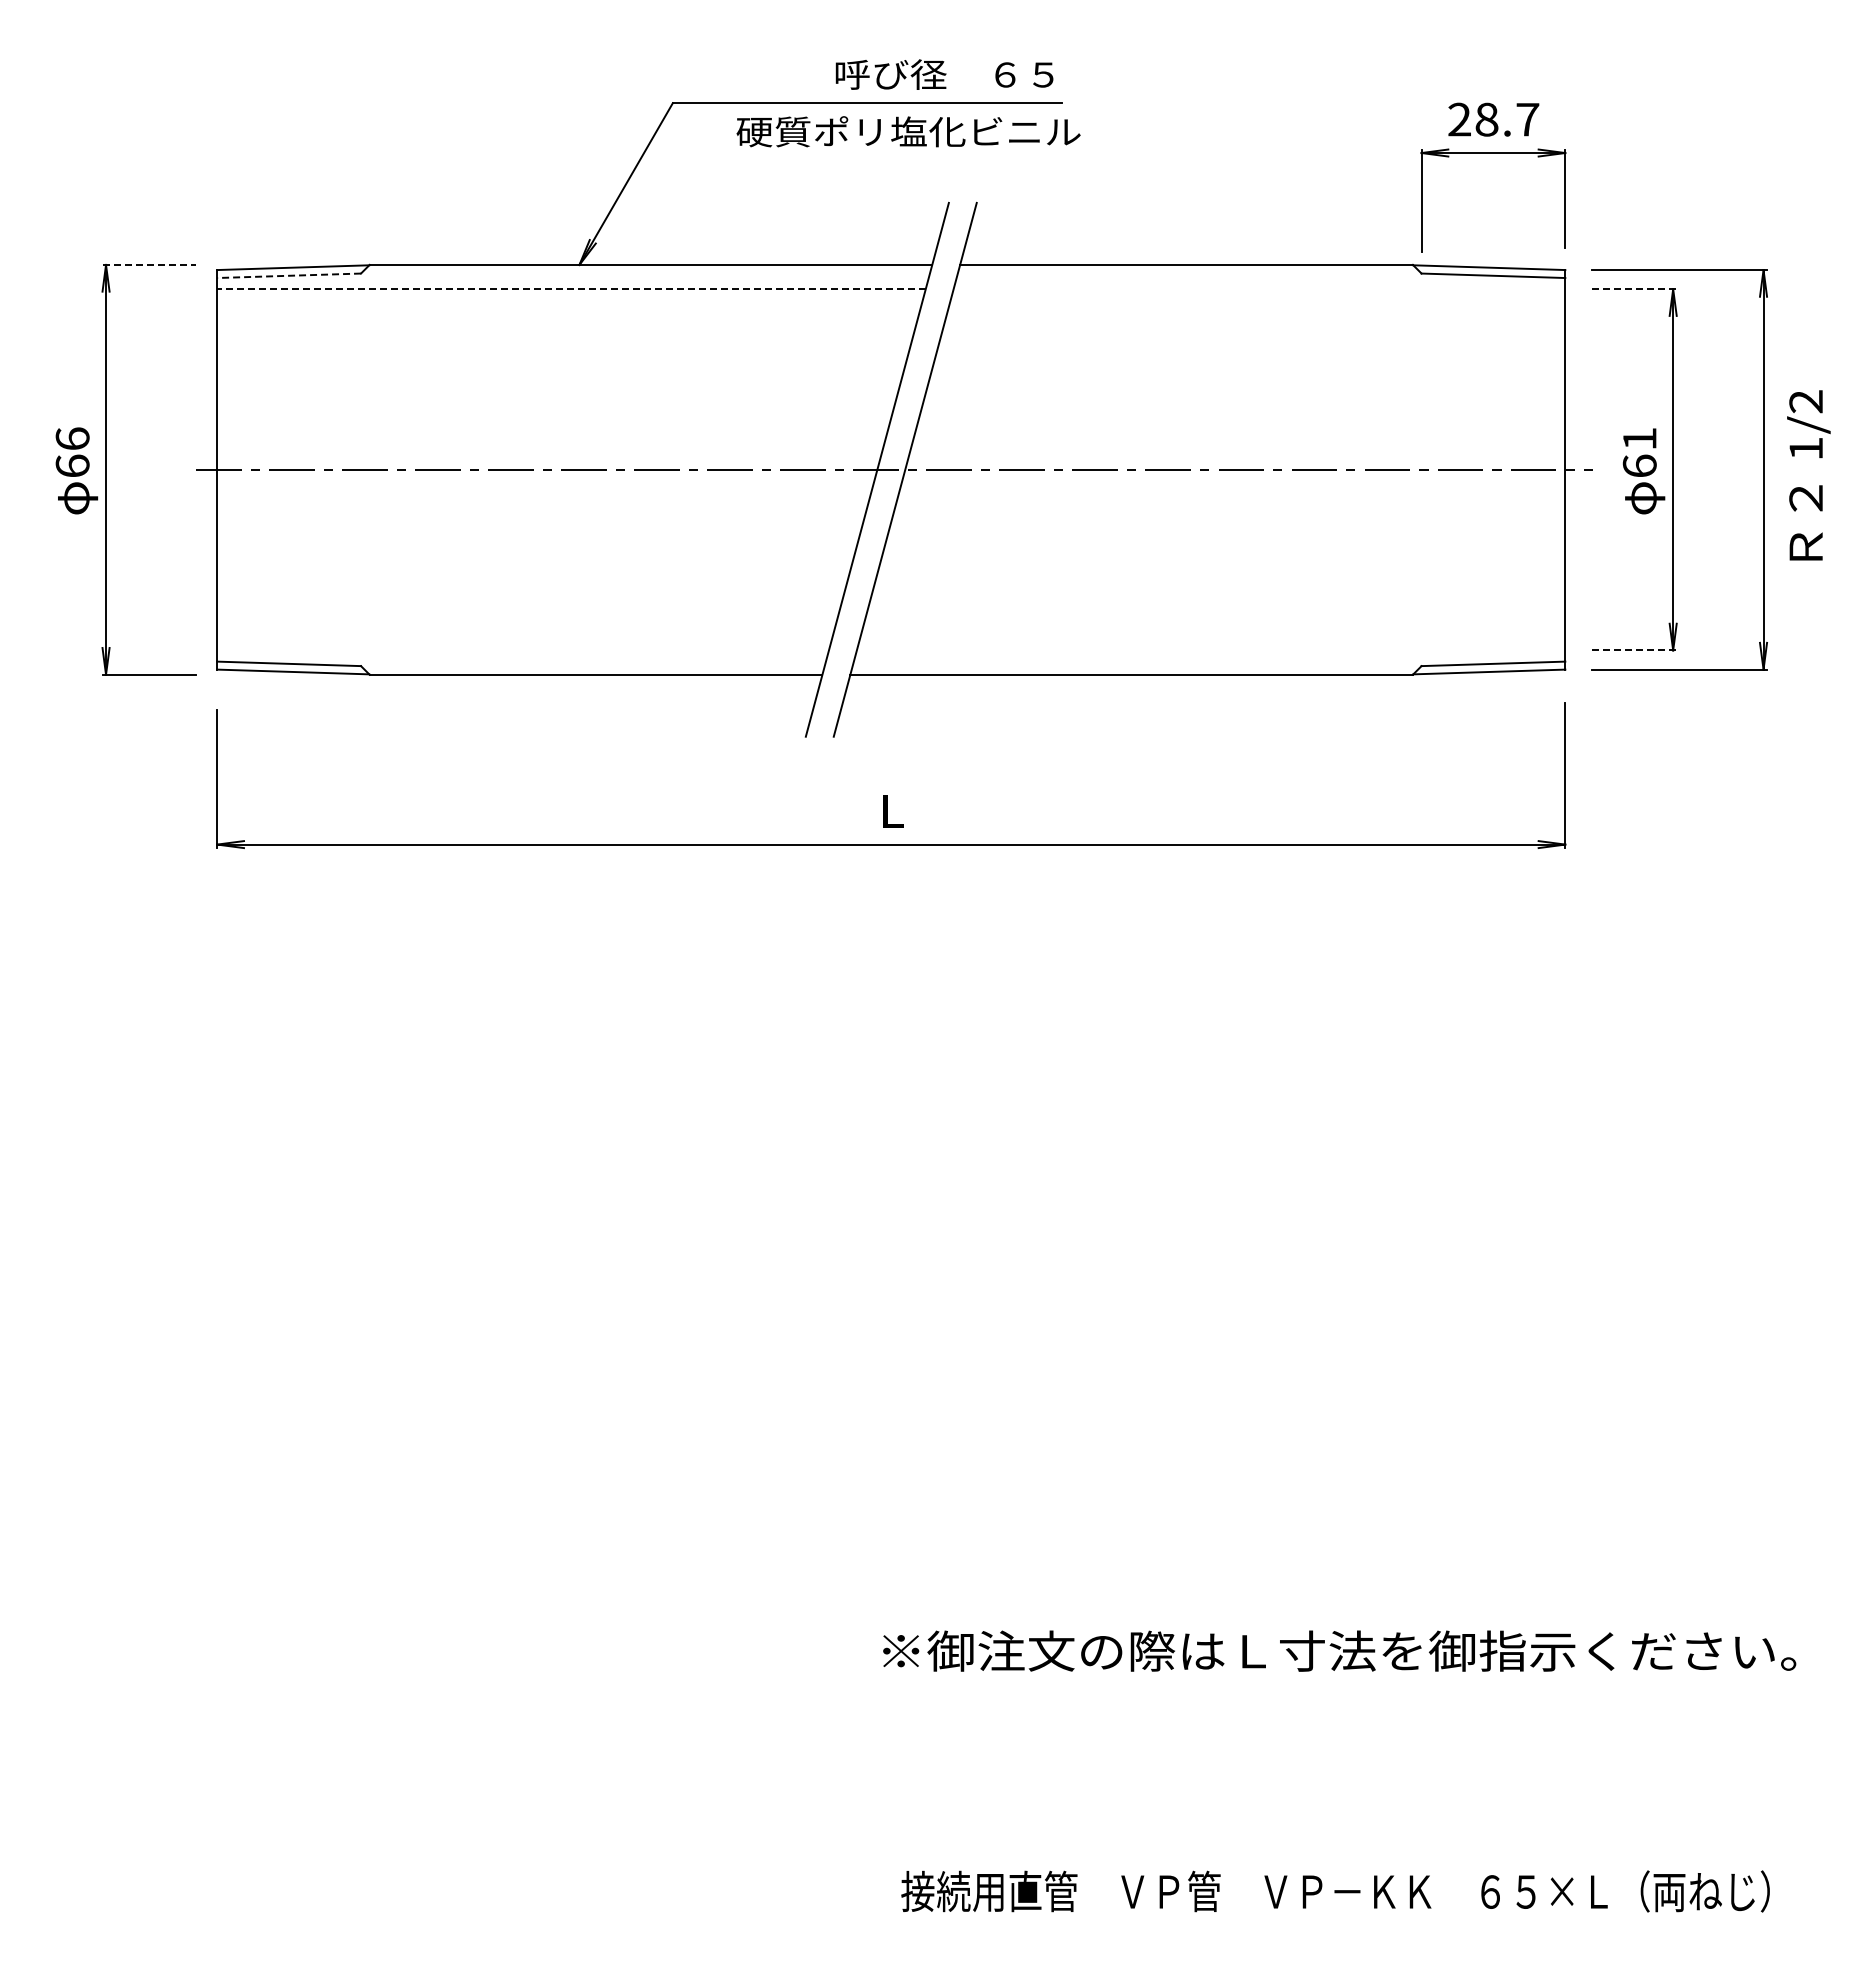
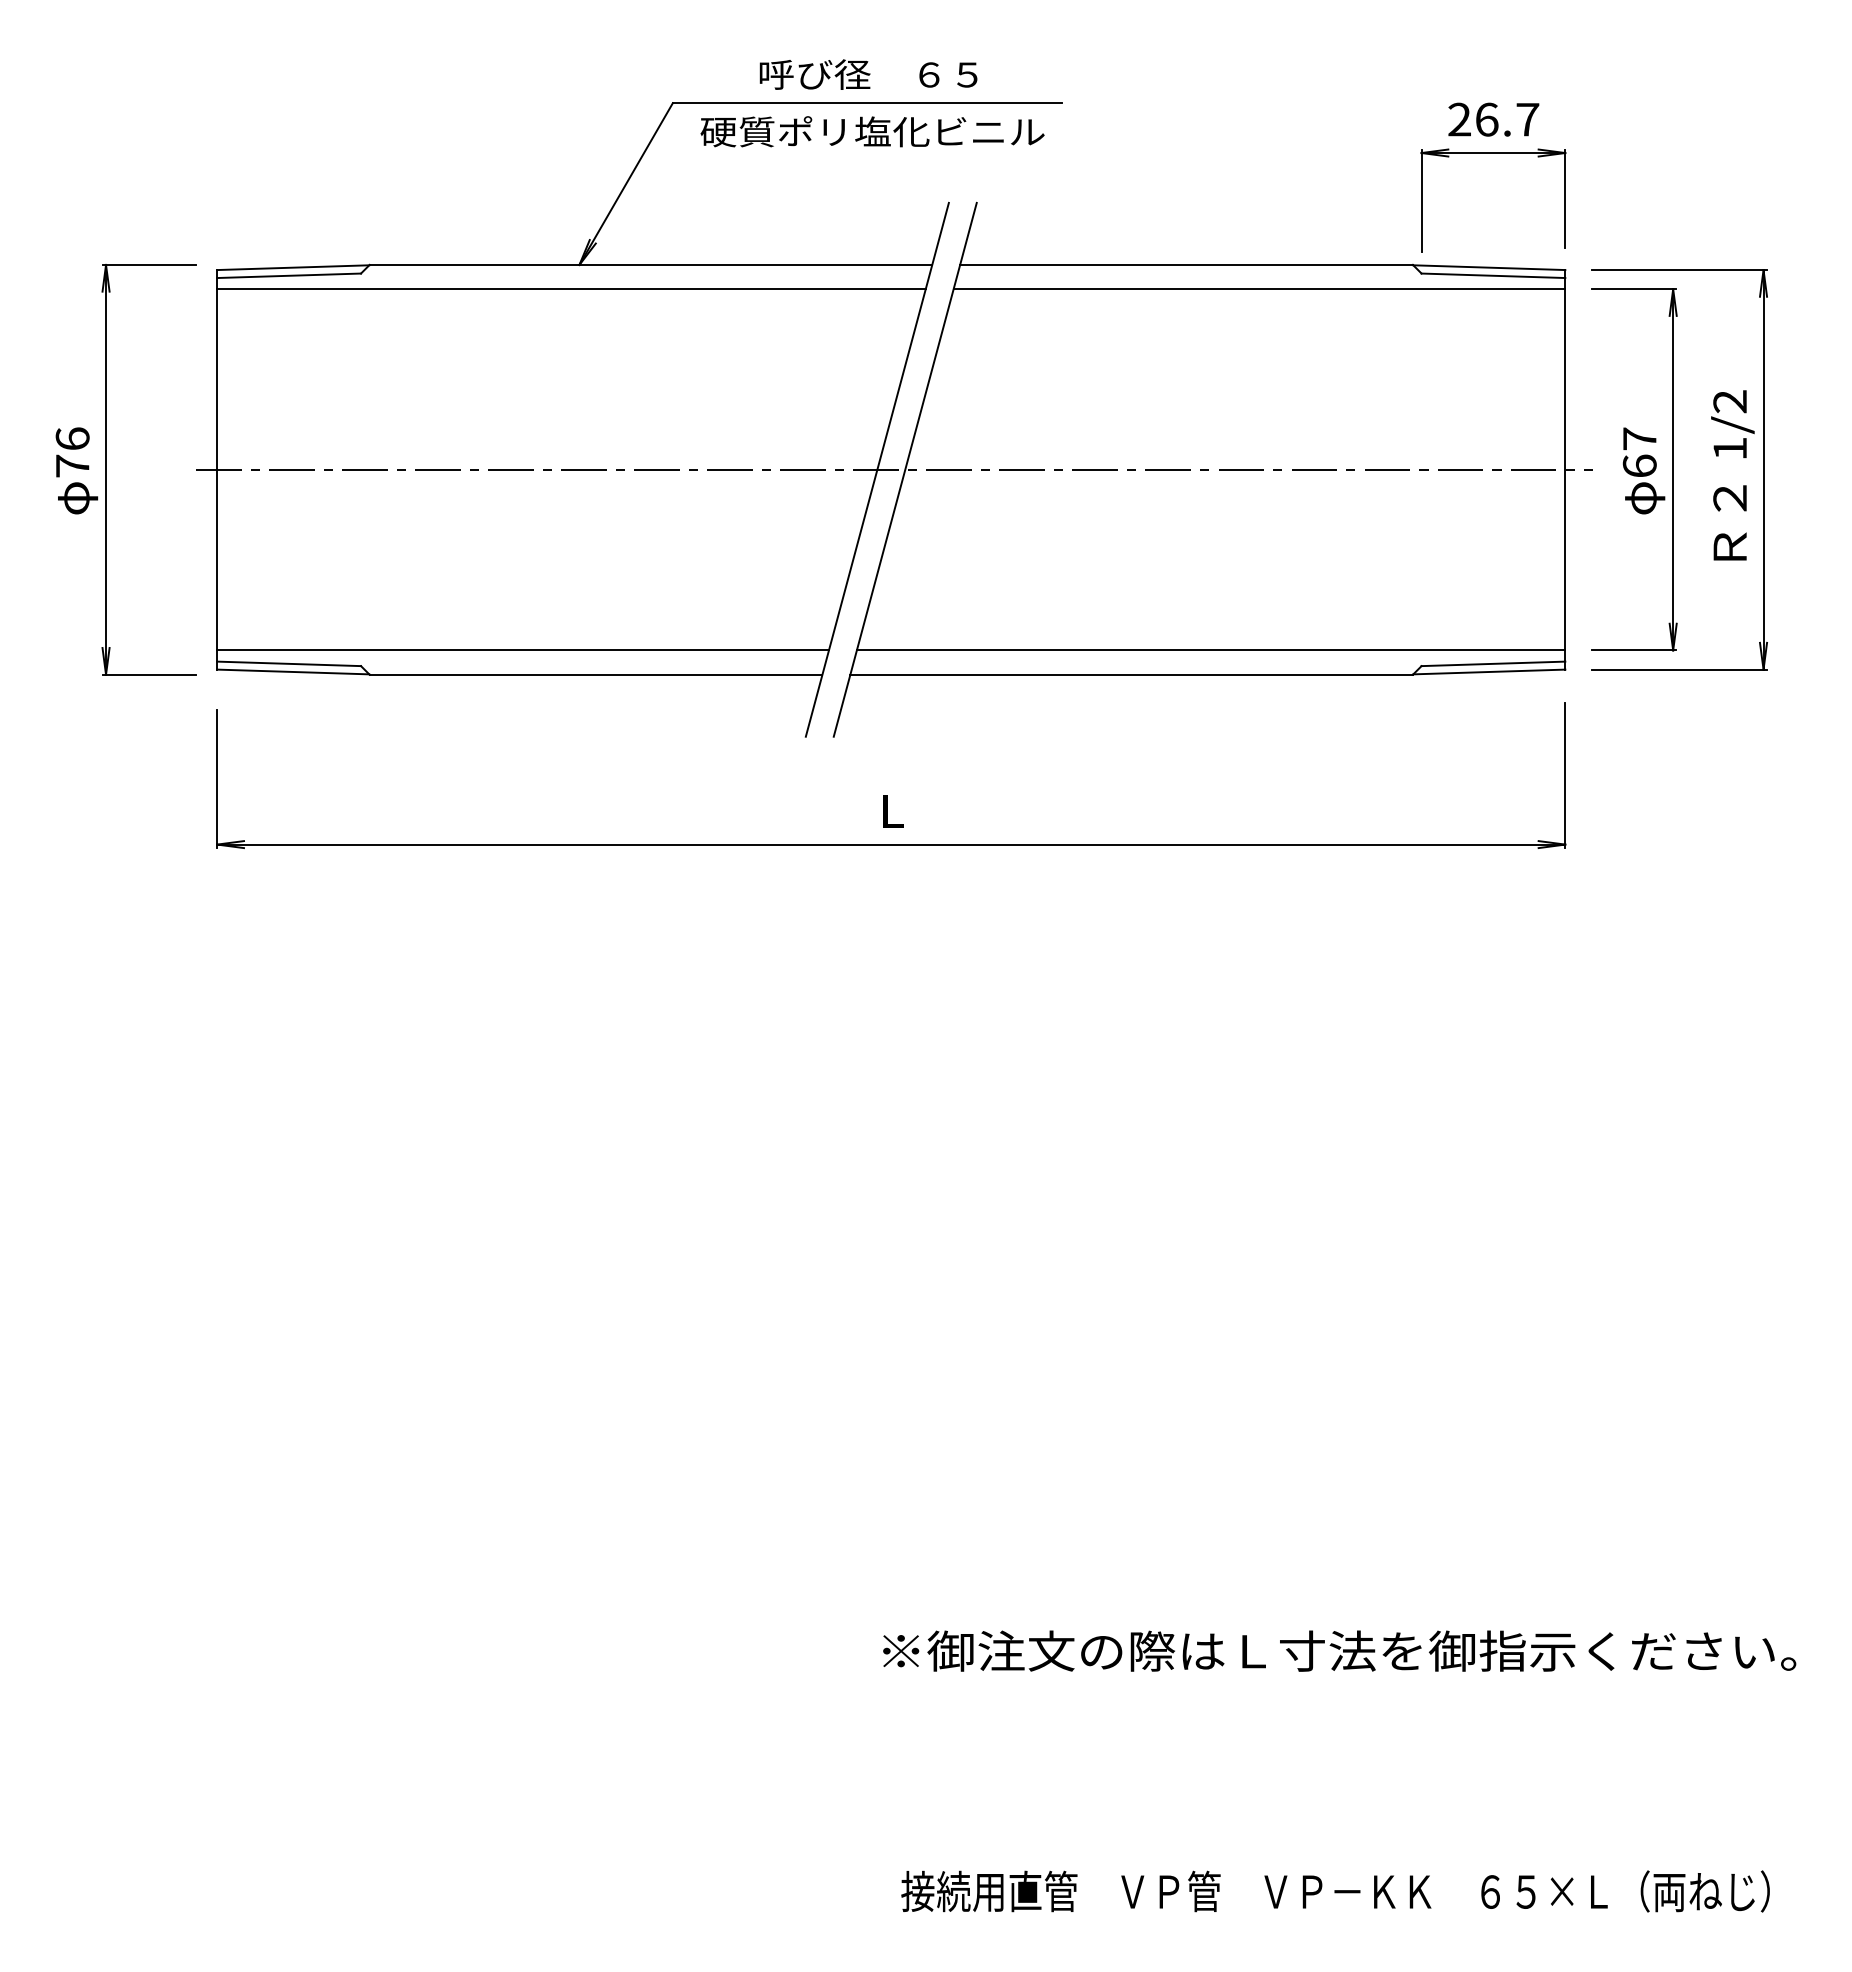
text at (944, 74) position: (944, 74) -> (868, 74)
text at (1486, 119): 28.7 -> 26.7
text at (908, 131) position: (908, 131) -> (872, 131)
line at (149, 264): dashed -> solid
line at (289, 275): dashed -> solid
line at (571, 289): dashed -> solid
line at (1259, 289): none -> present
line at (1634, 289): dashed -> solid
text at (1639, 438): 61 -> 67
text at (72, 465): 66 -> 76
text at (1808, 475) position: (1808, 475) -> (1732, 475)
line at (522, 650): none -> present
line at (1210, 650): none -> present
line at (1634, 650): dashed -> solid
